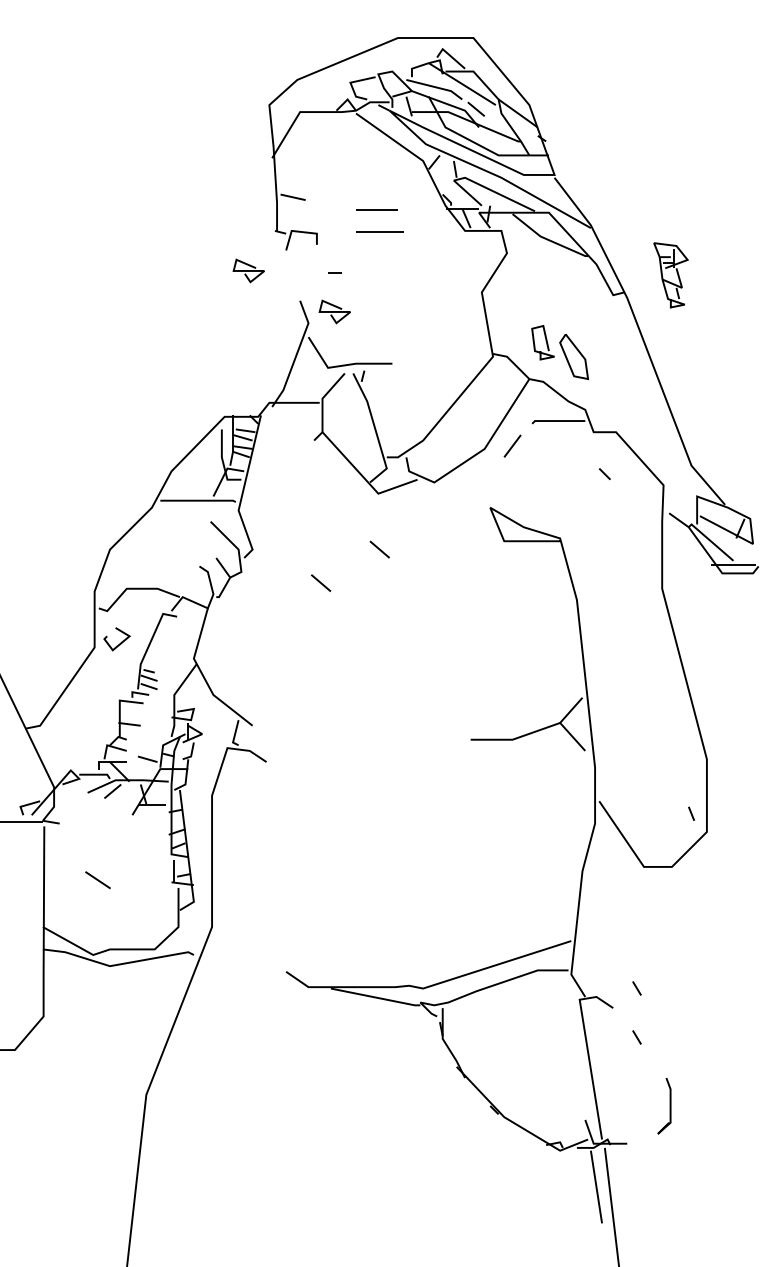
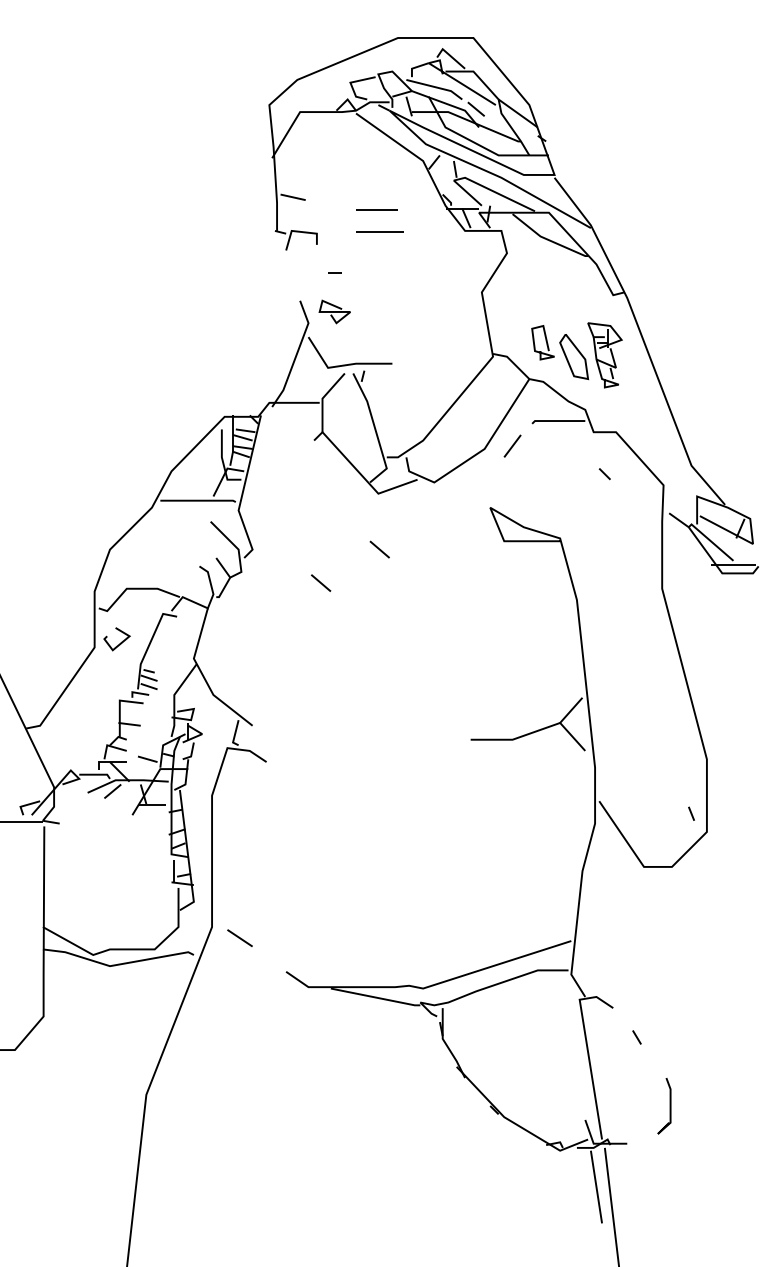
curve at (248, 270): present -> none
part at (670, 275) position: (670, 275) -> (604, 355)
line at (97, 879) position: (97, 879) -> (239, 937)
line at (636, 988): present -> none
